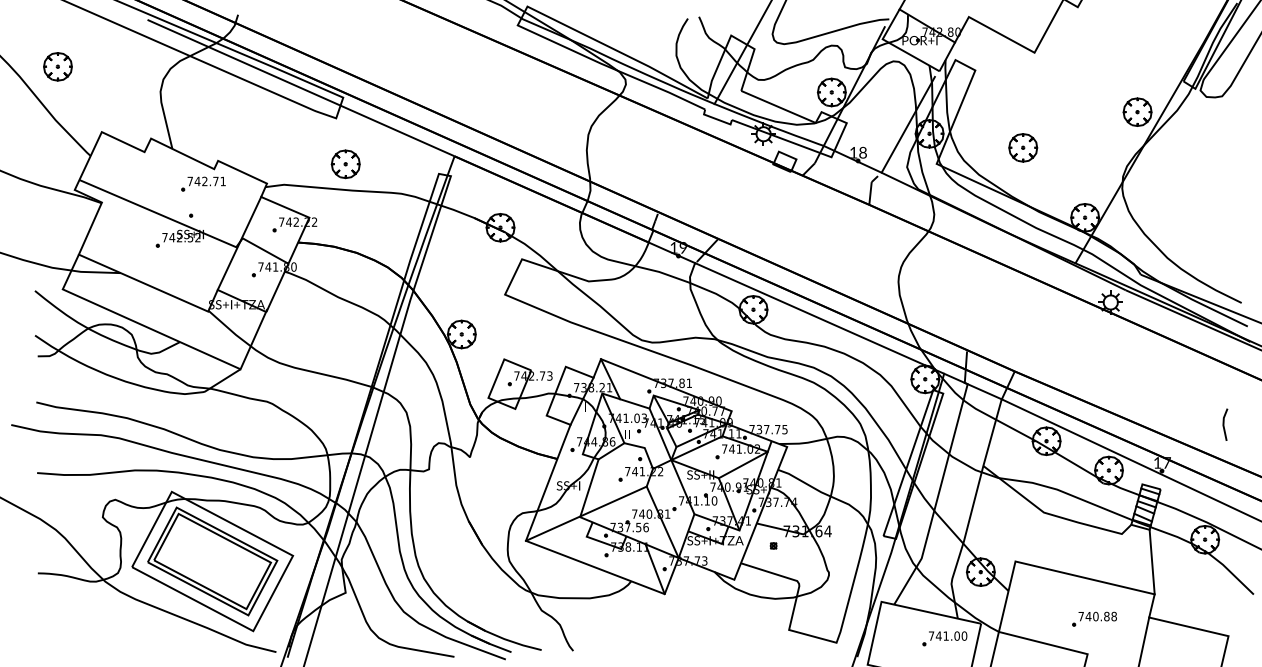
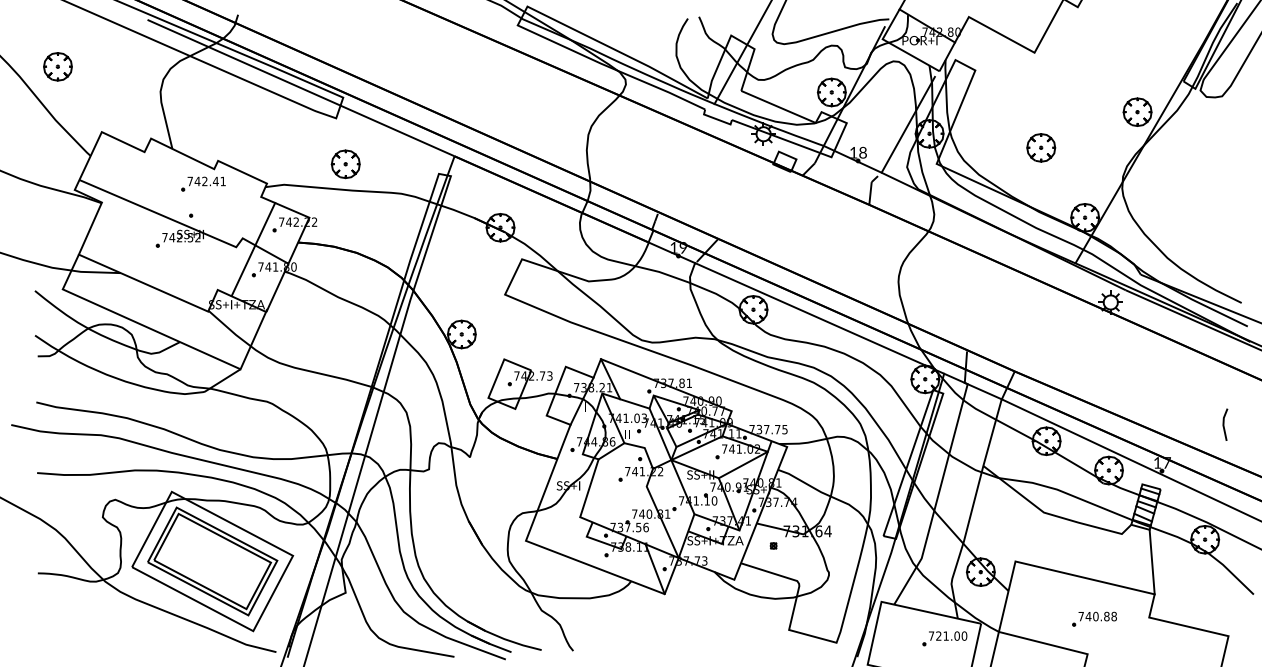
part at (1023, 147) position: (1023, 147) -> (1041, 147)
text at (215, 181): 742.71 -> 742.41
line at (239, 242) position: (239, 242) -> (253, 248)
line at (585, 513): present -> none
text at (938, 635): 741.00 -> 721.00
line at (1144, 640): present -> none
